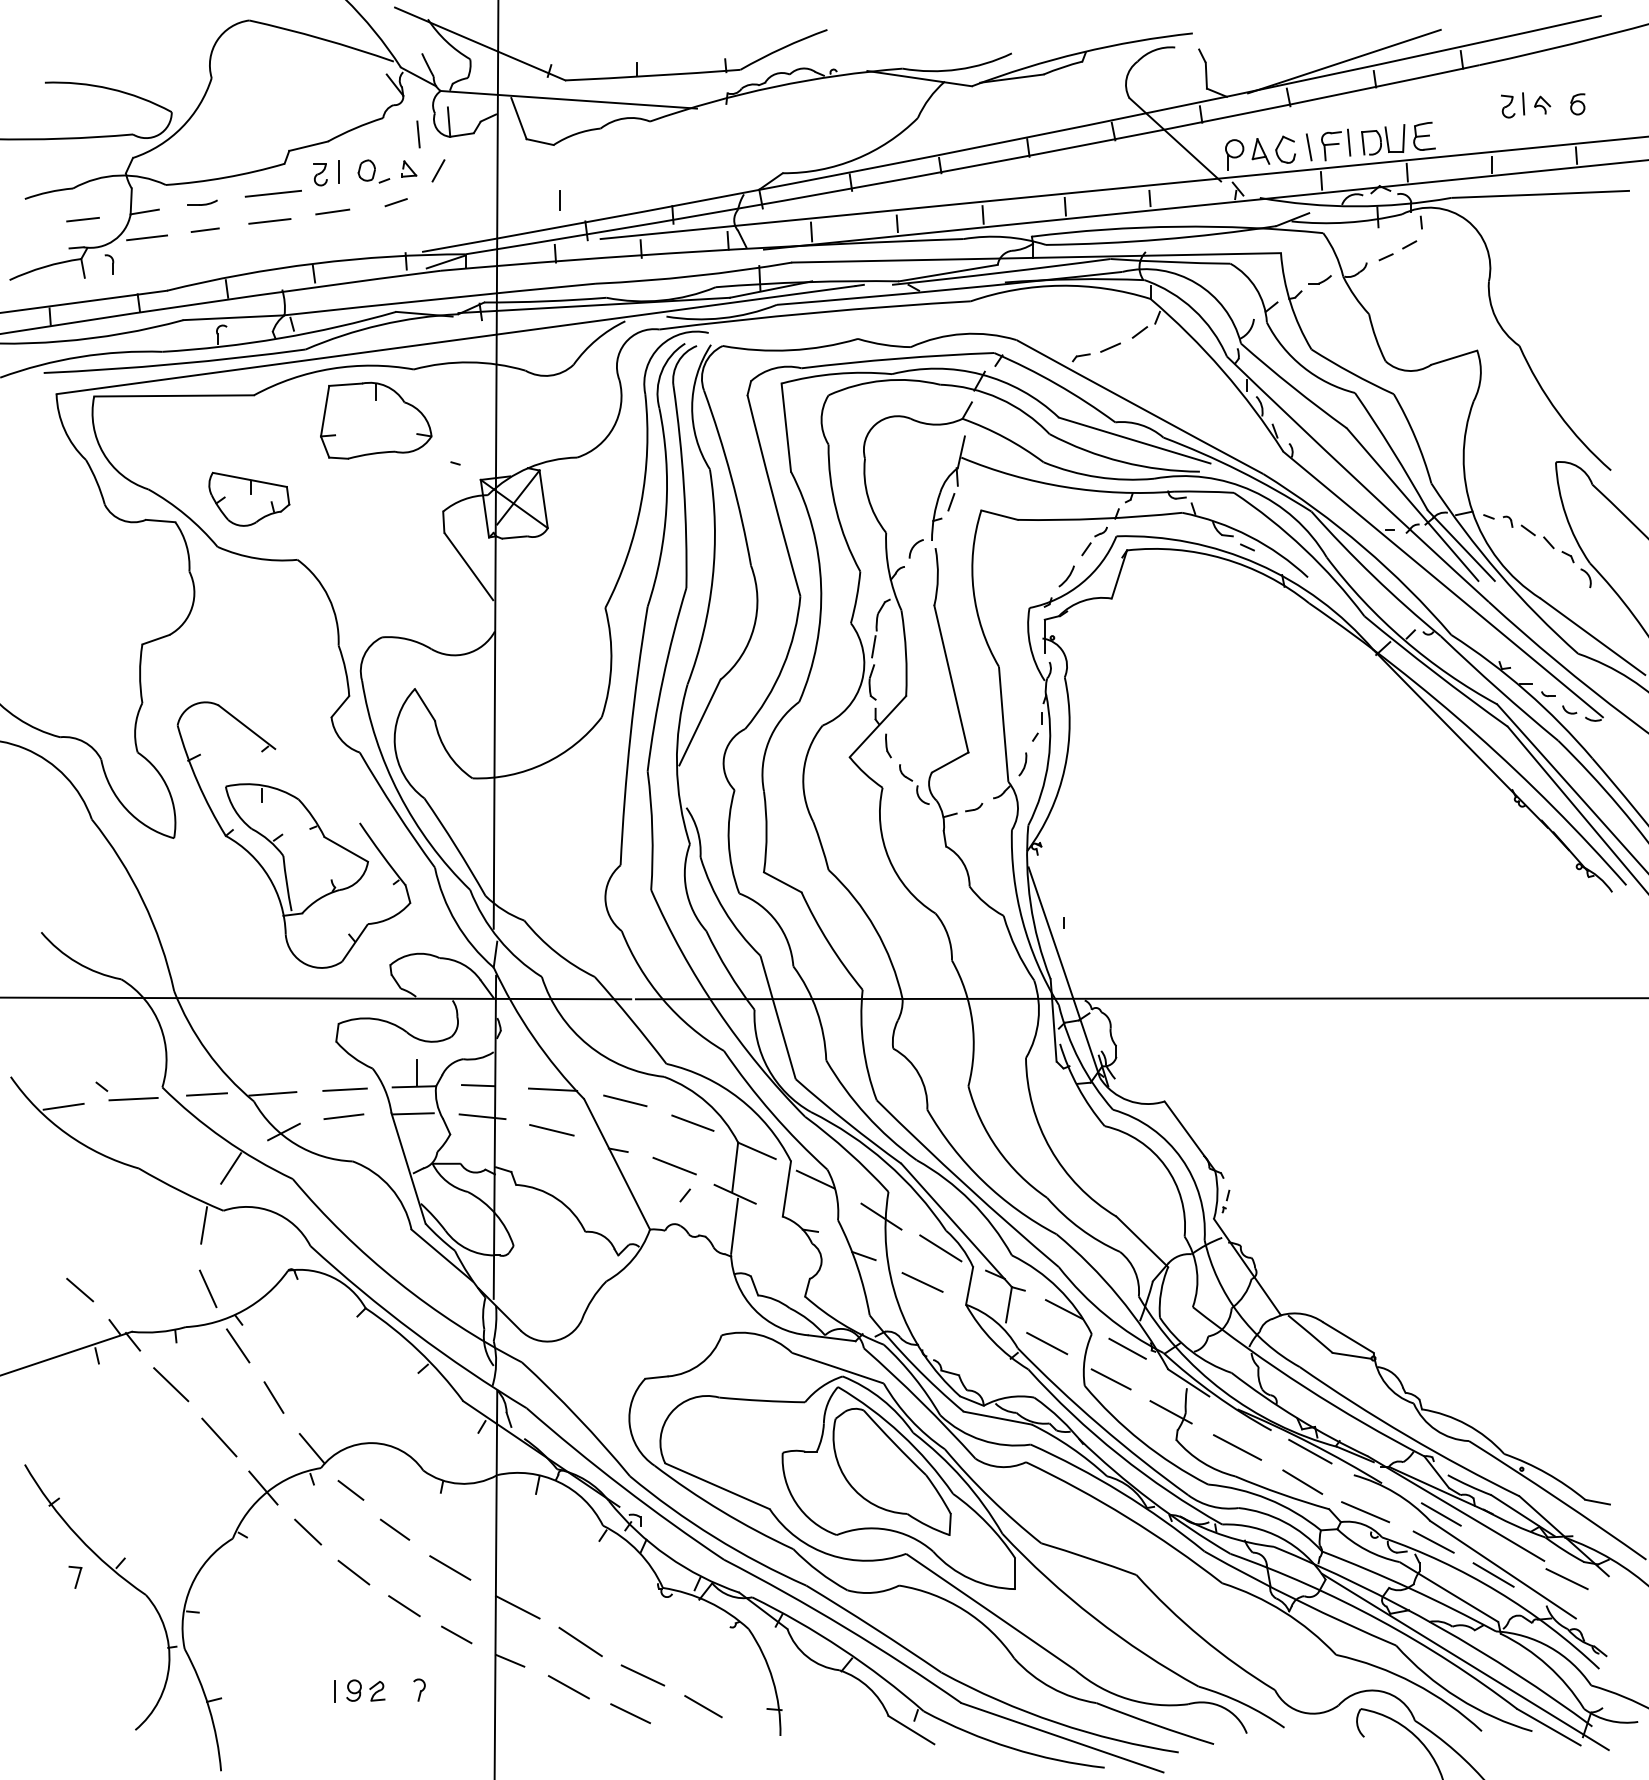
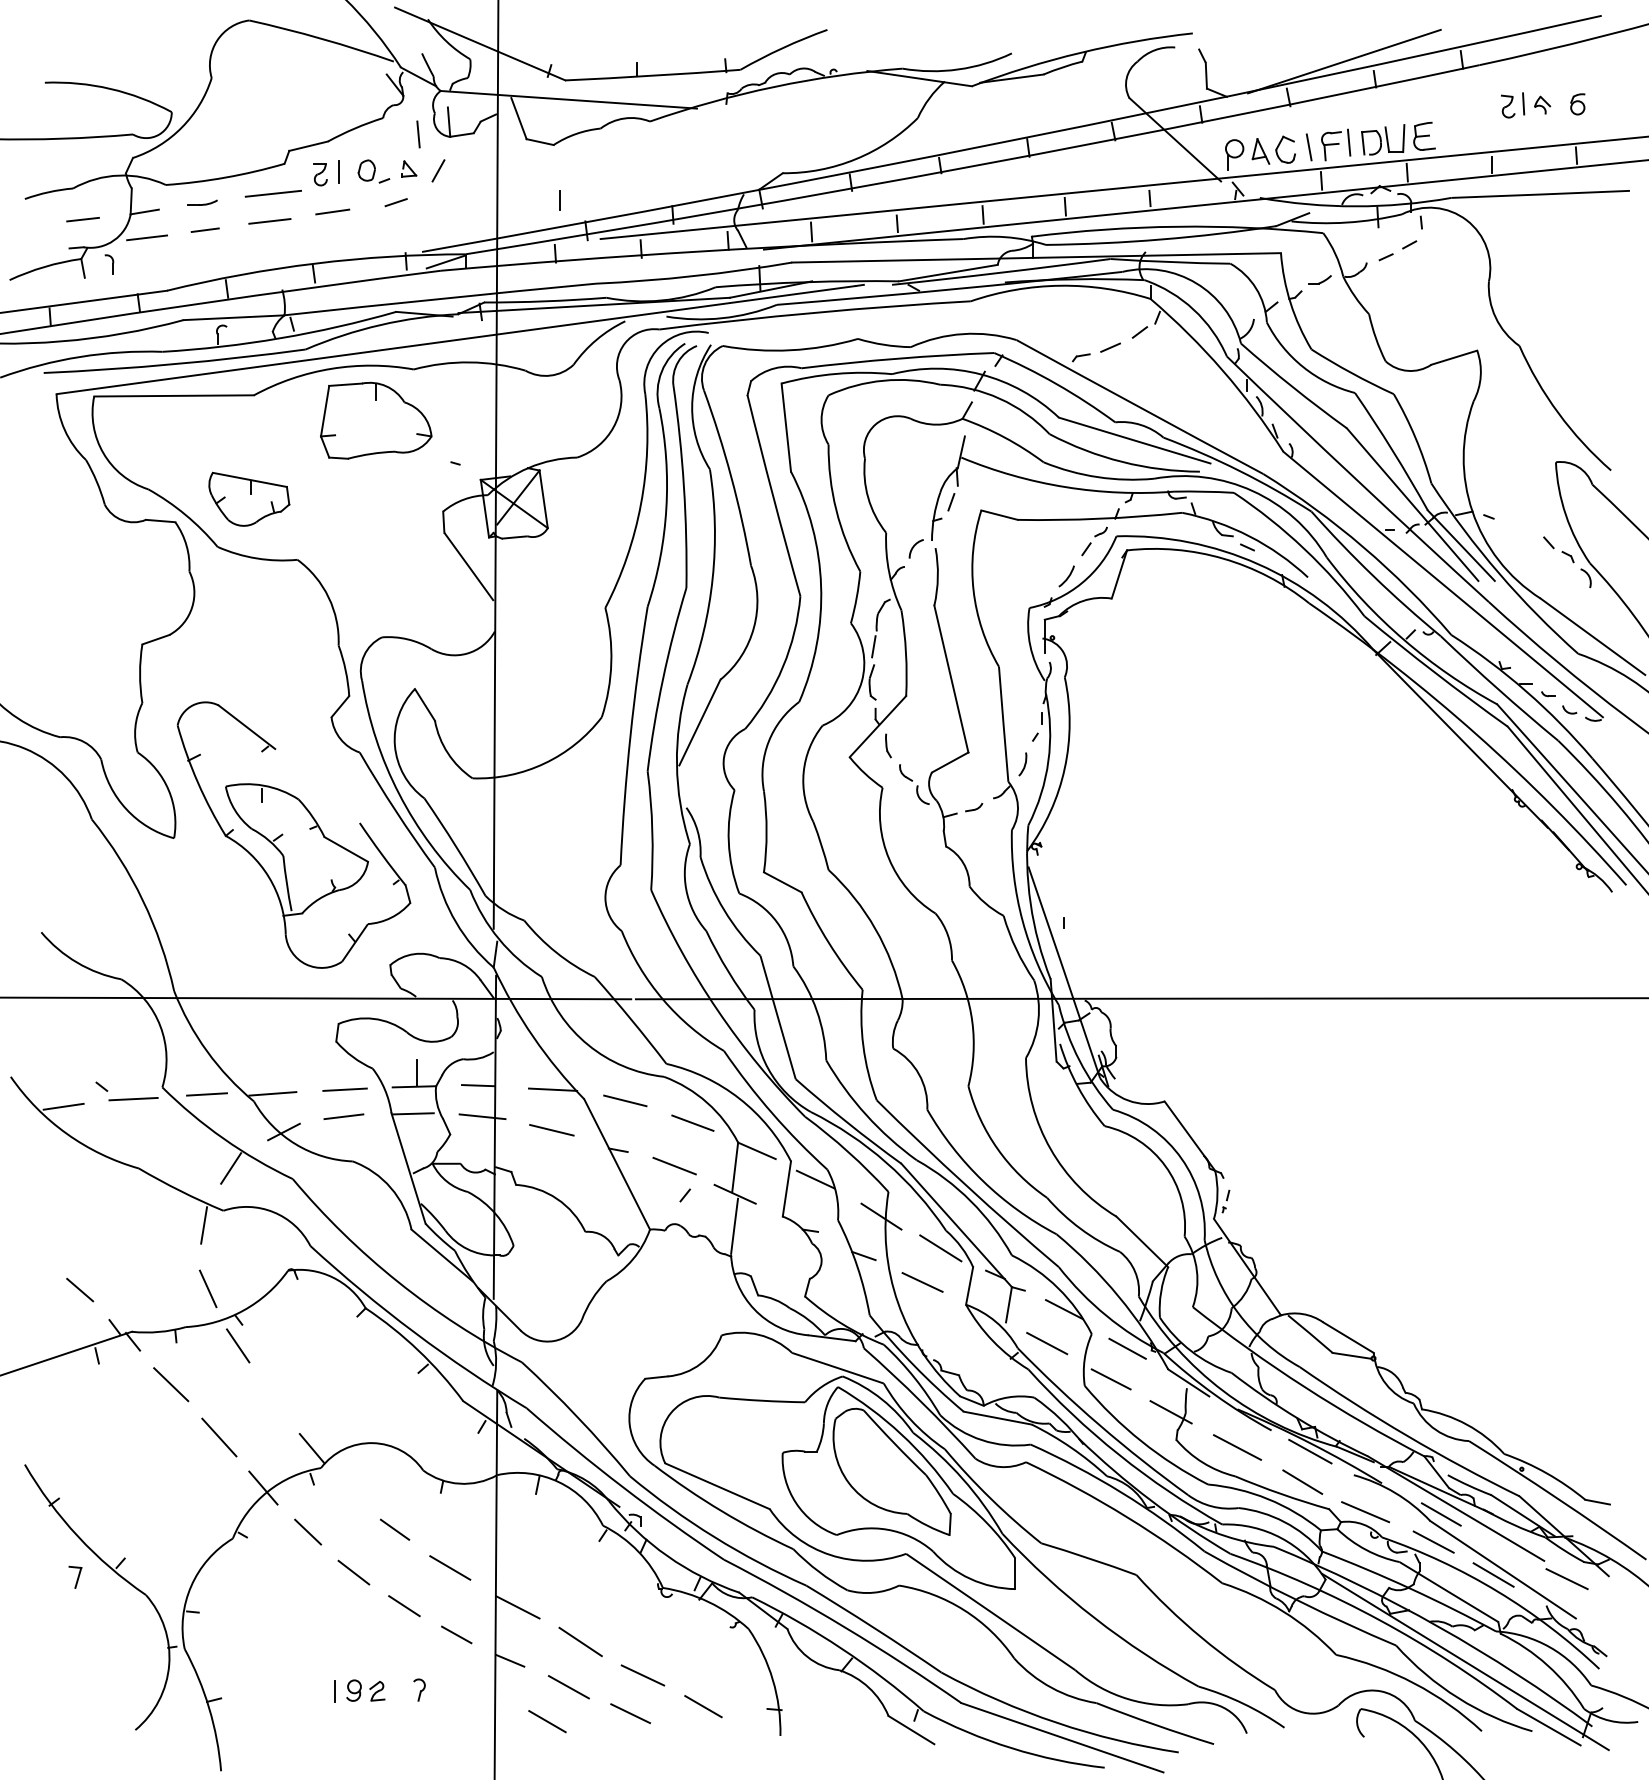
part at (1518, 525): present -> none
line at (273, 1397): present -> none
line at (350, 1490): present -> none
line at (547, 1721): none -> present
